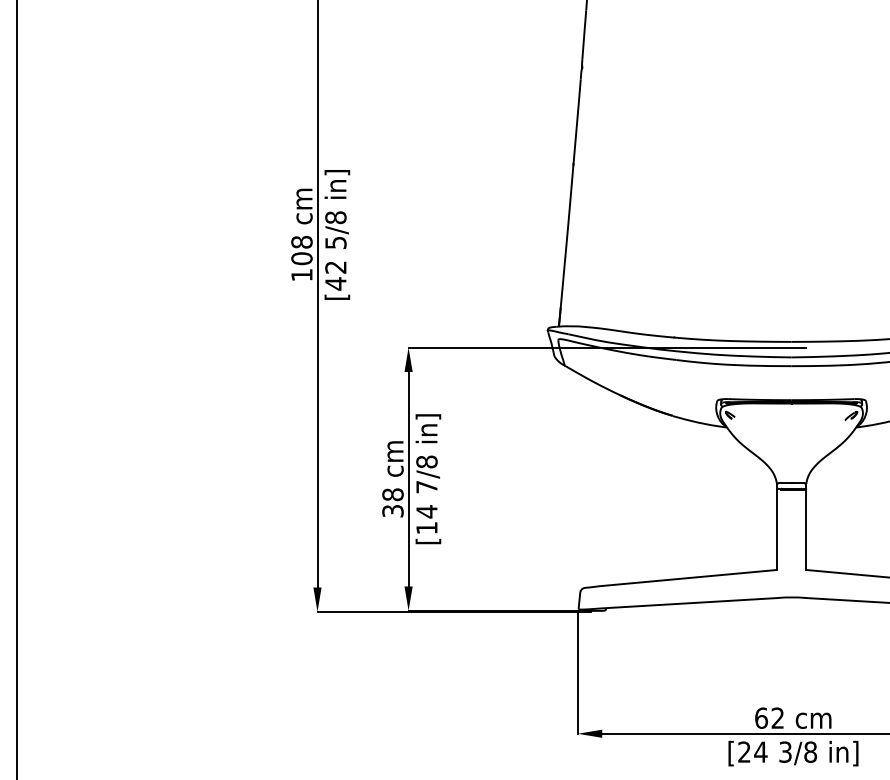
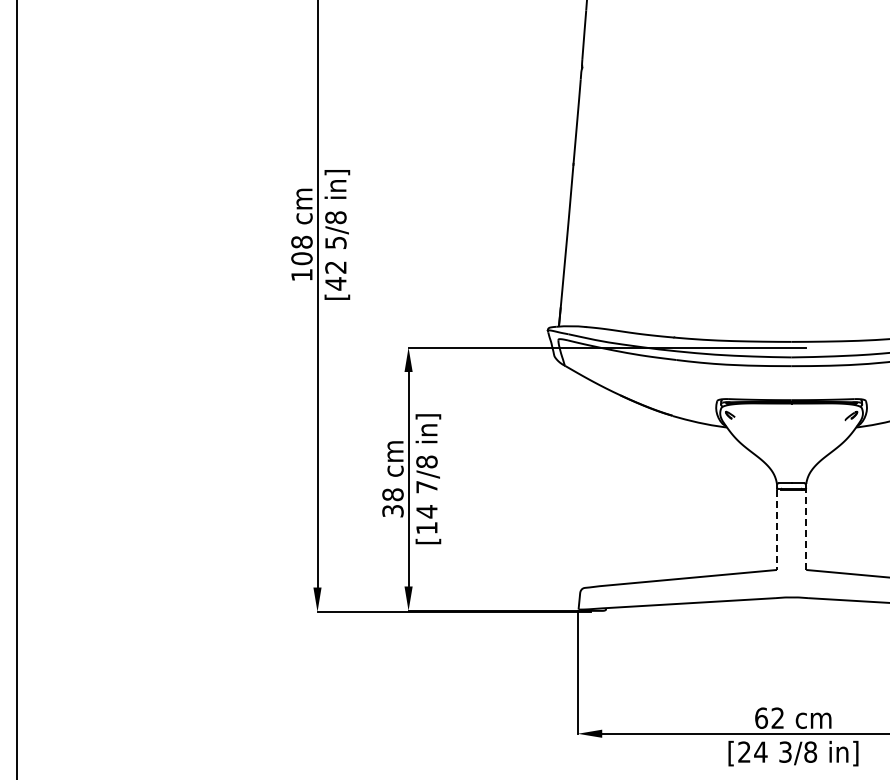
line at (806, 529): solid -> dashed
line at (776, 530): solid -> dashed
